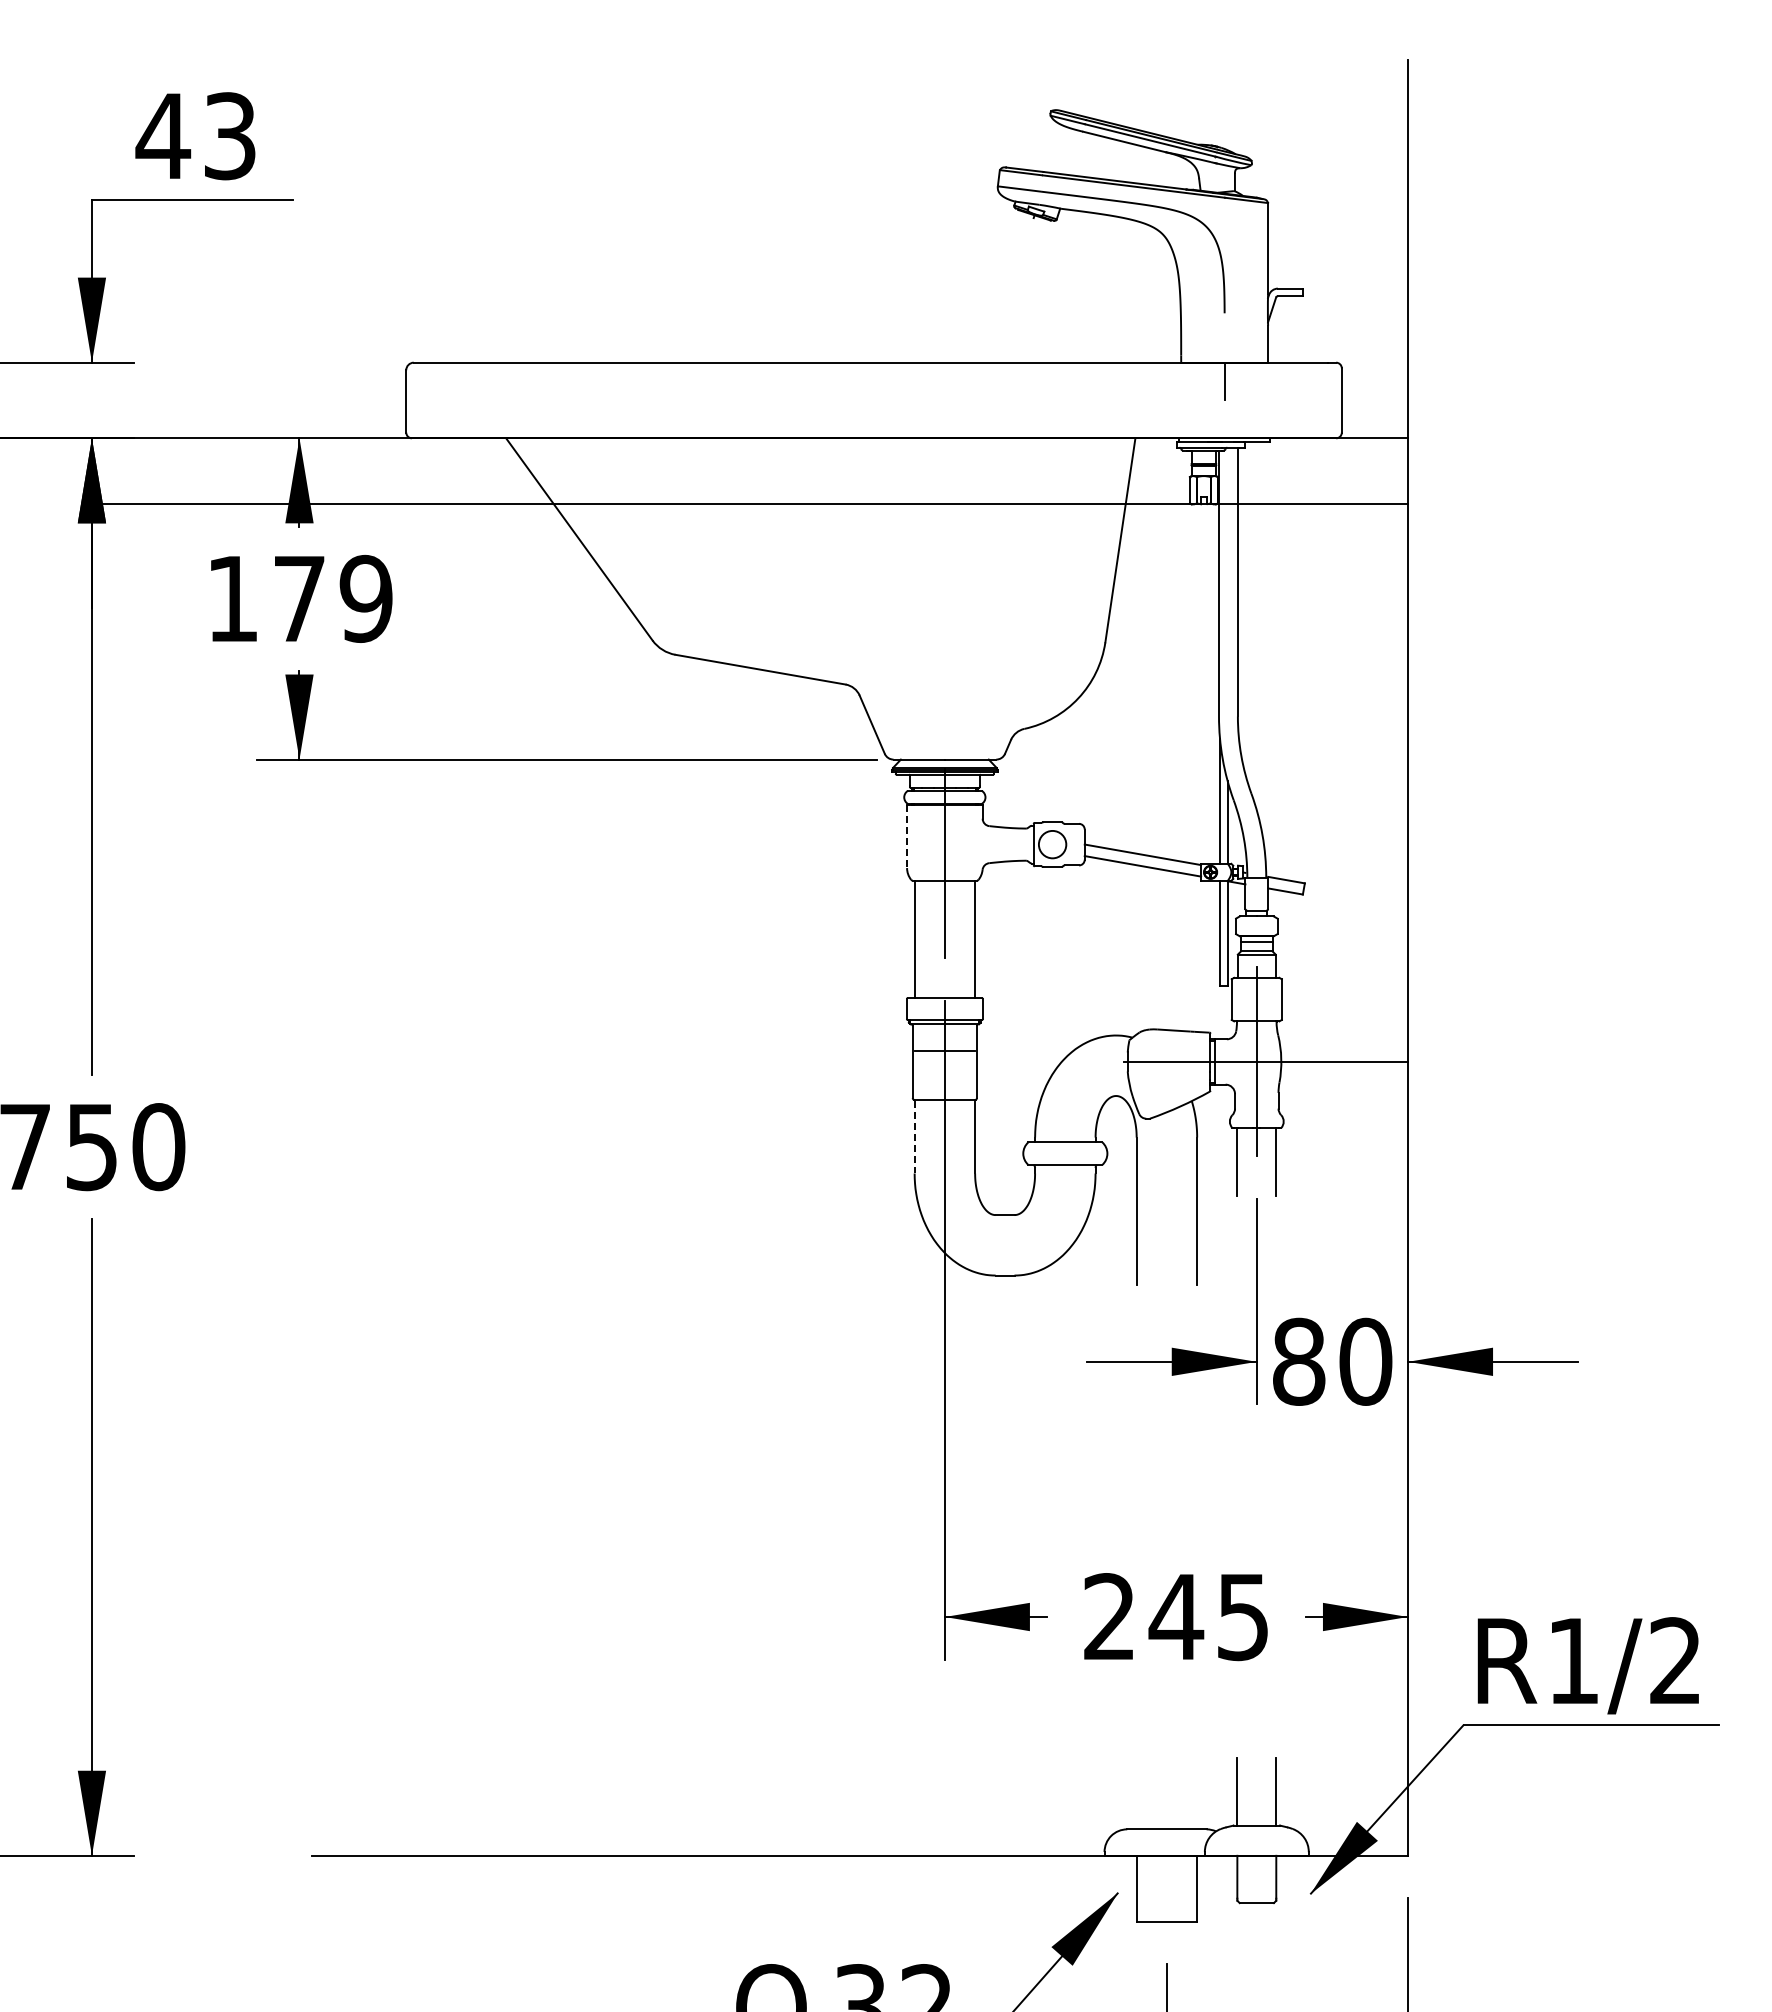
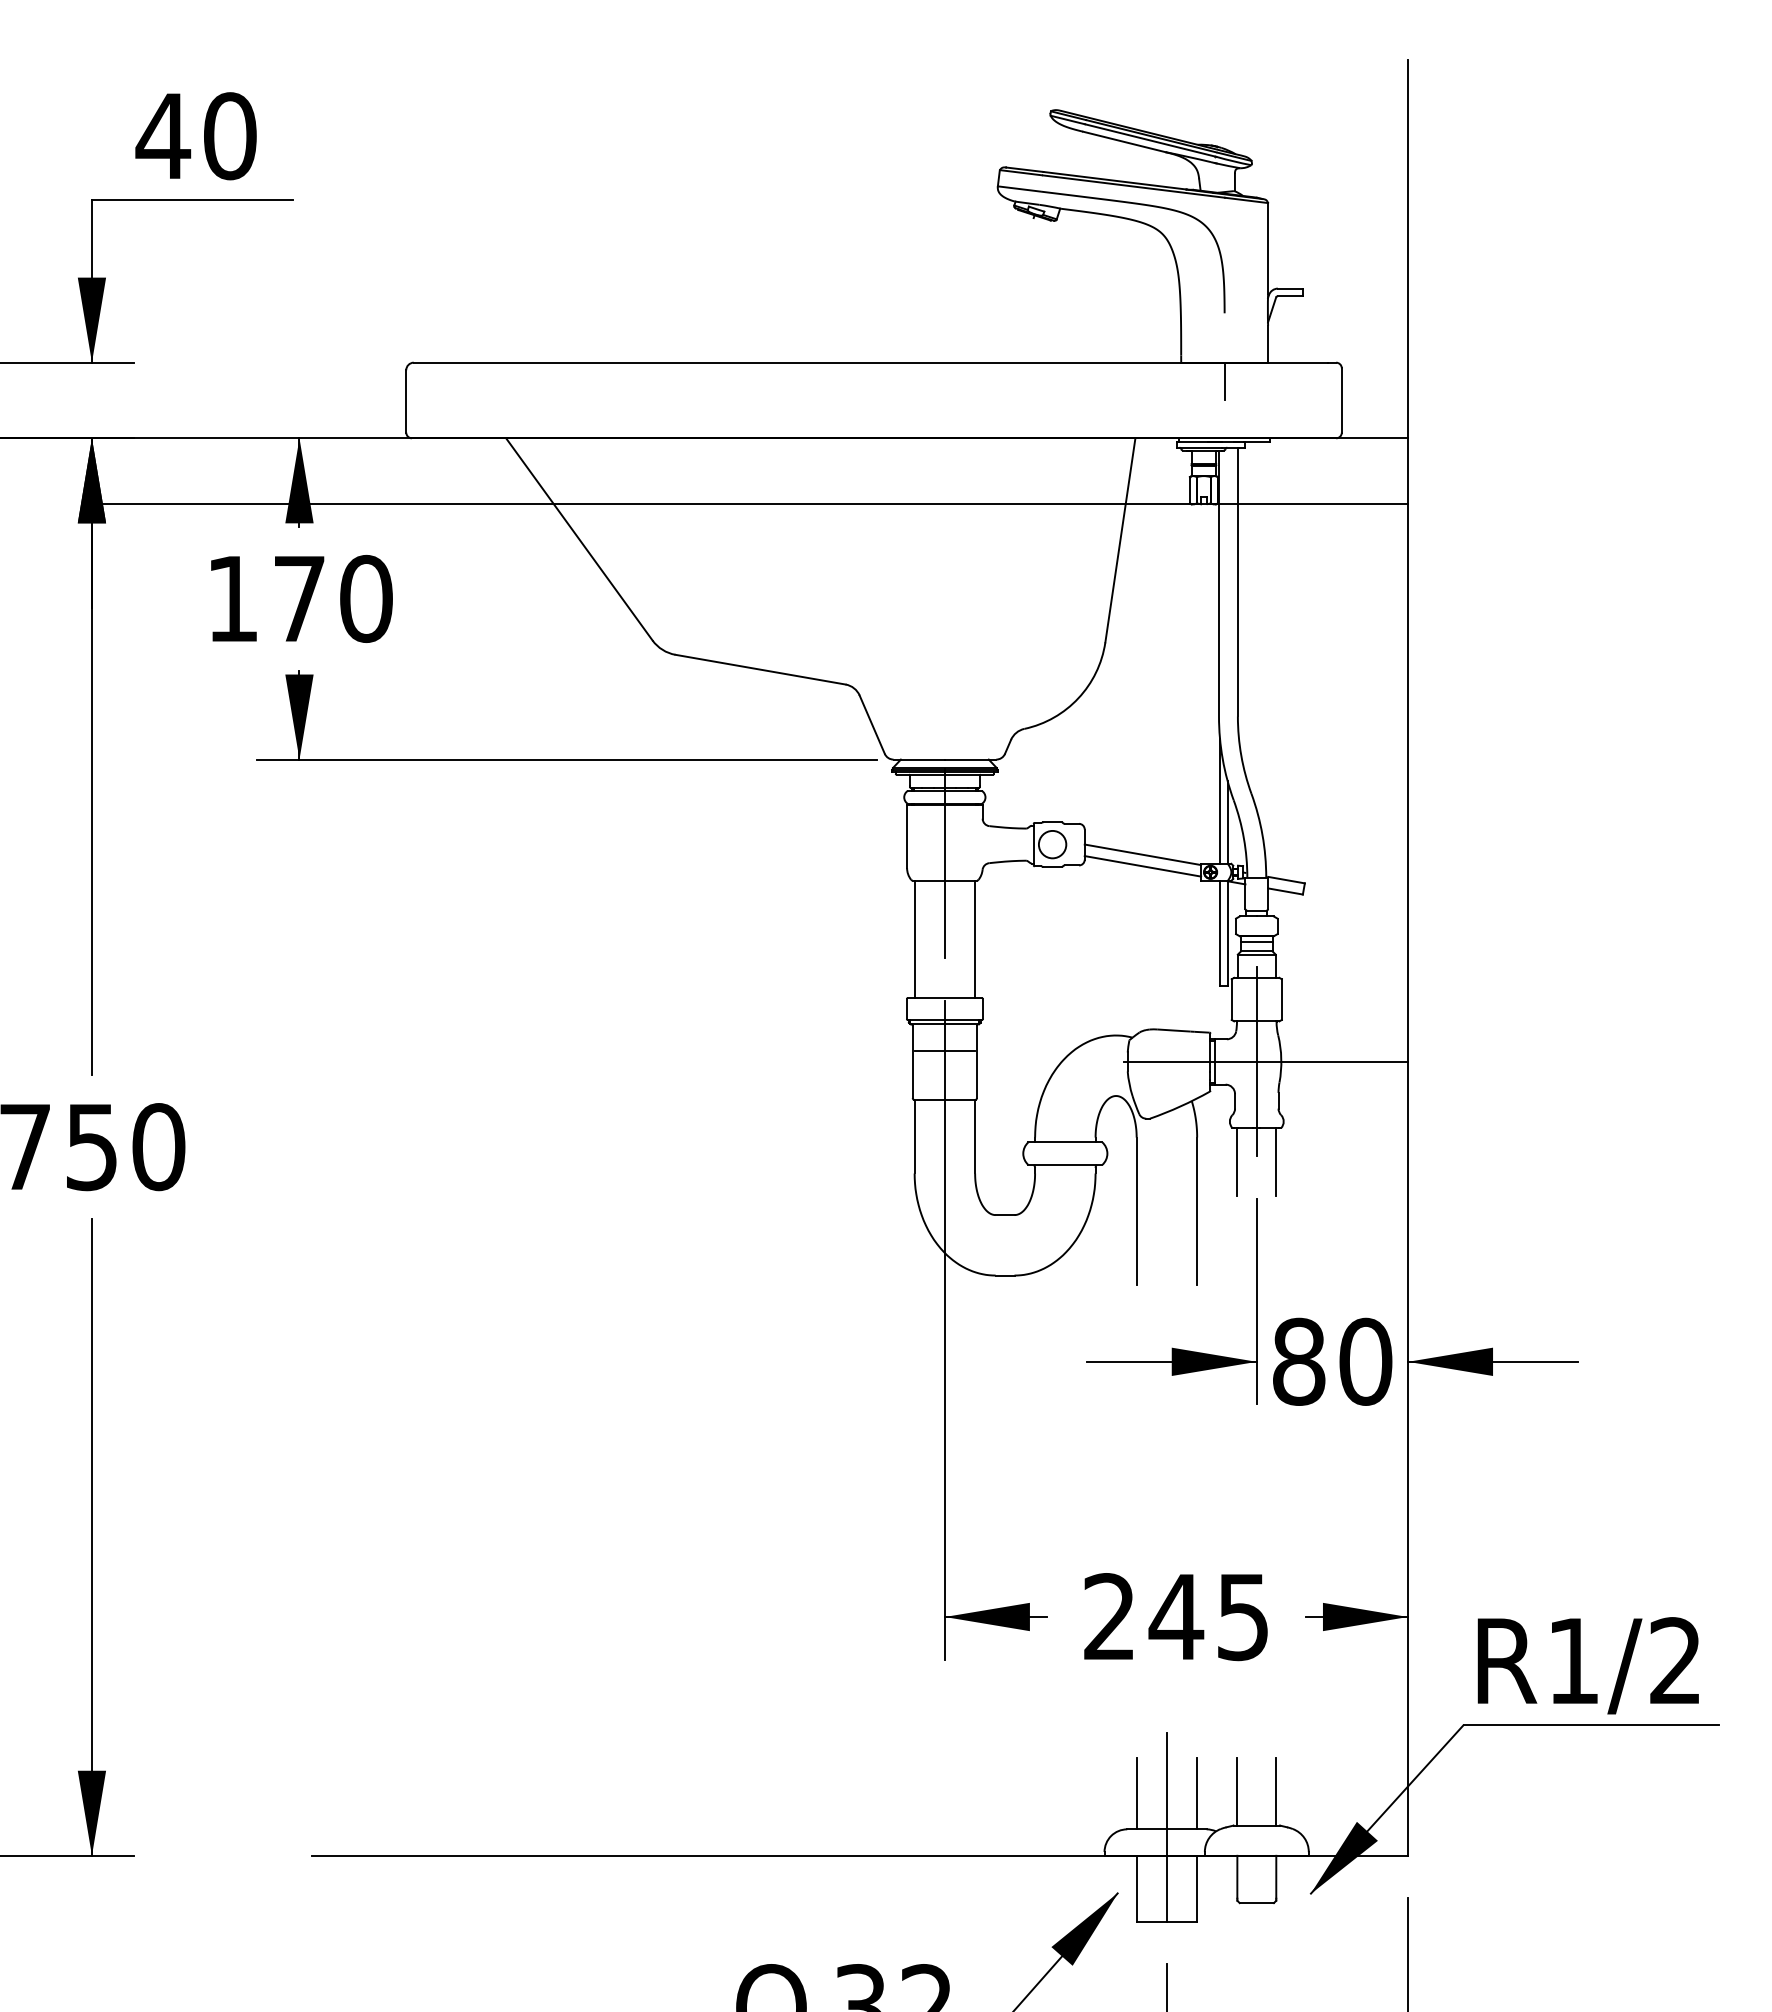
text at (230, 136): 43 -> 40
text at (365, 598): 179 -> 170
line at (907, 836): dashed -> solid
line at (914, 1137): dashed -> solid
line at (1136, 1793): none -> present
line at (1197, 1793): none -> present
line at (1166, 1826): none -> present
